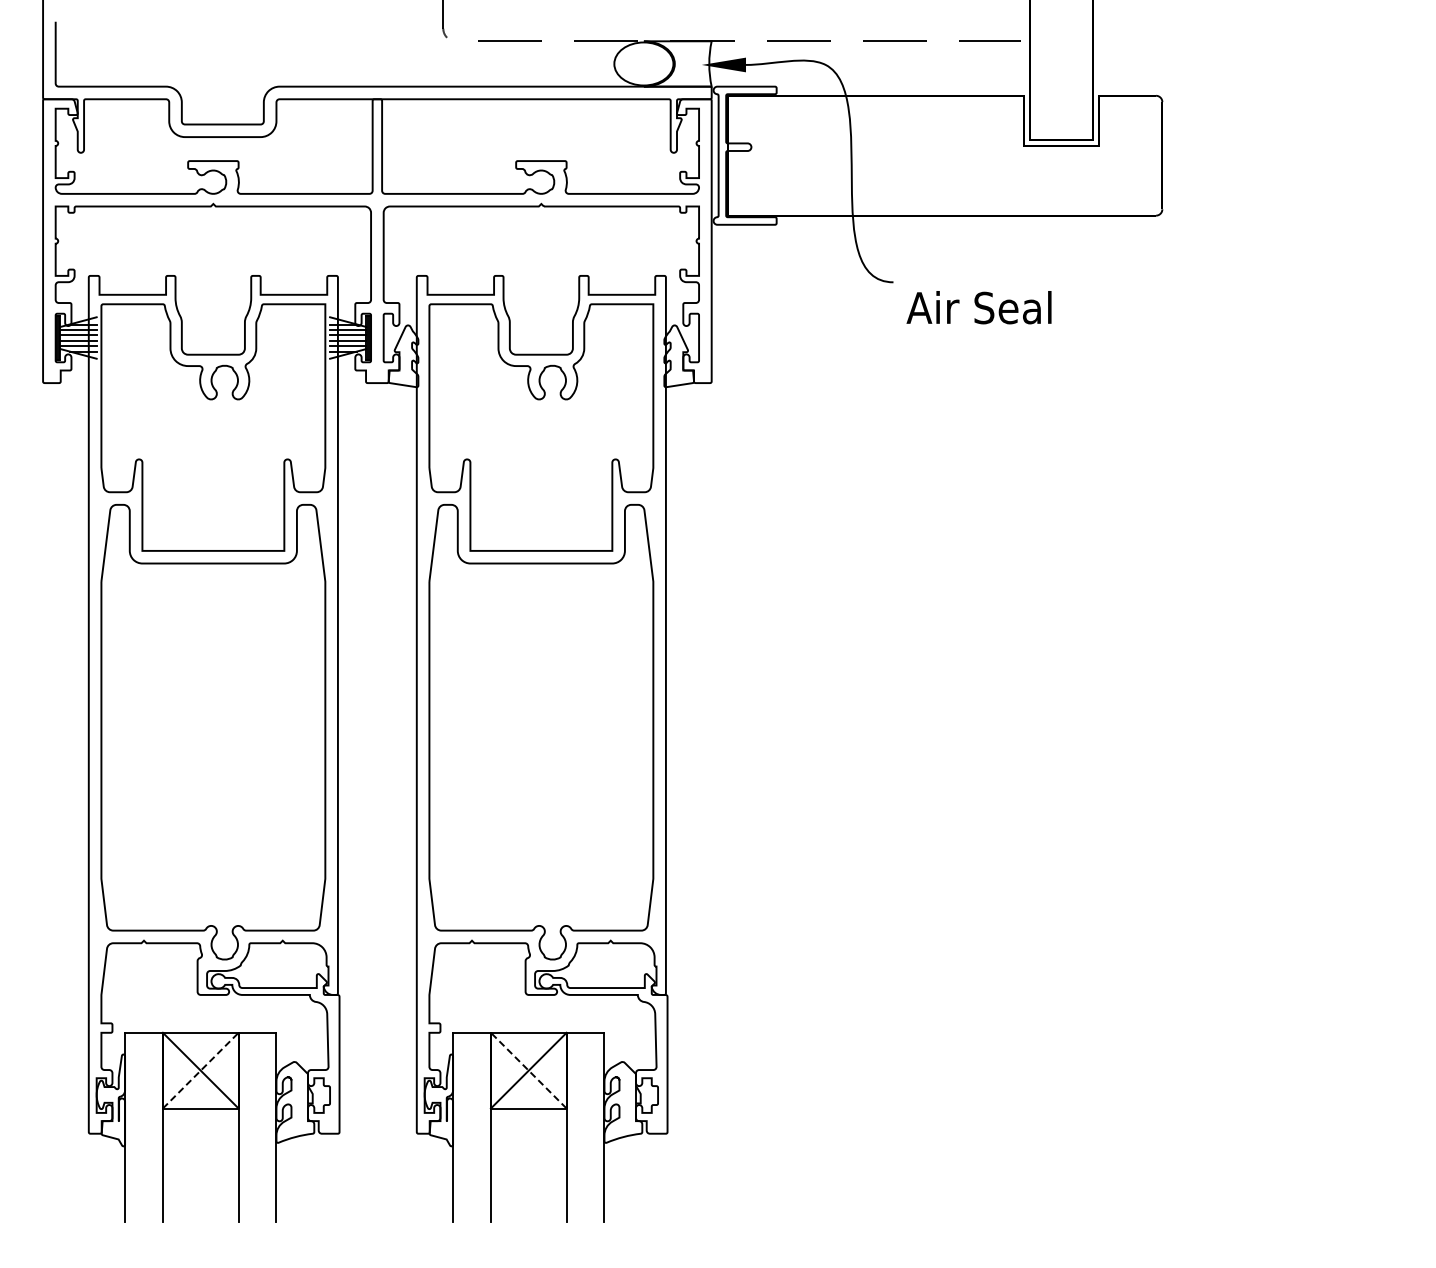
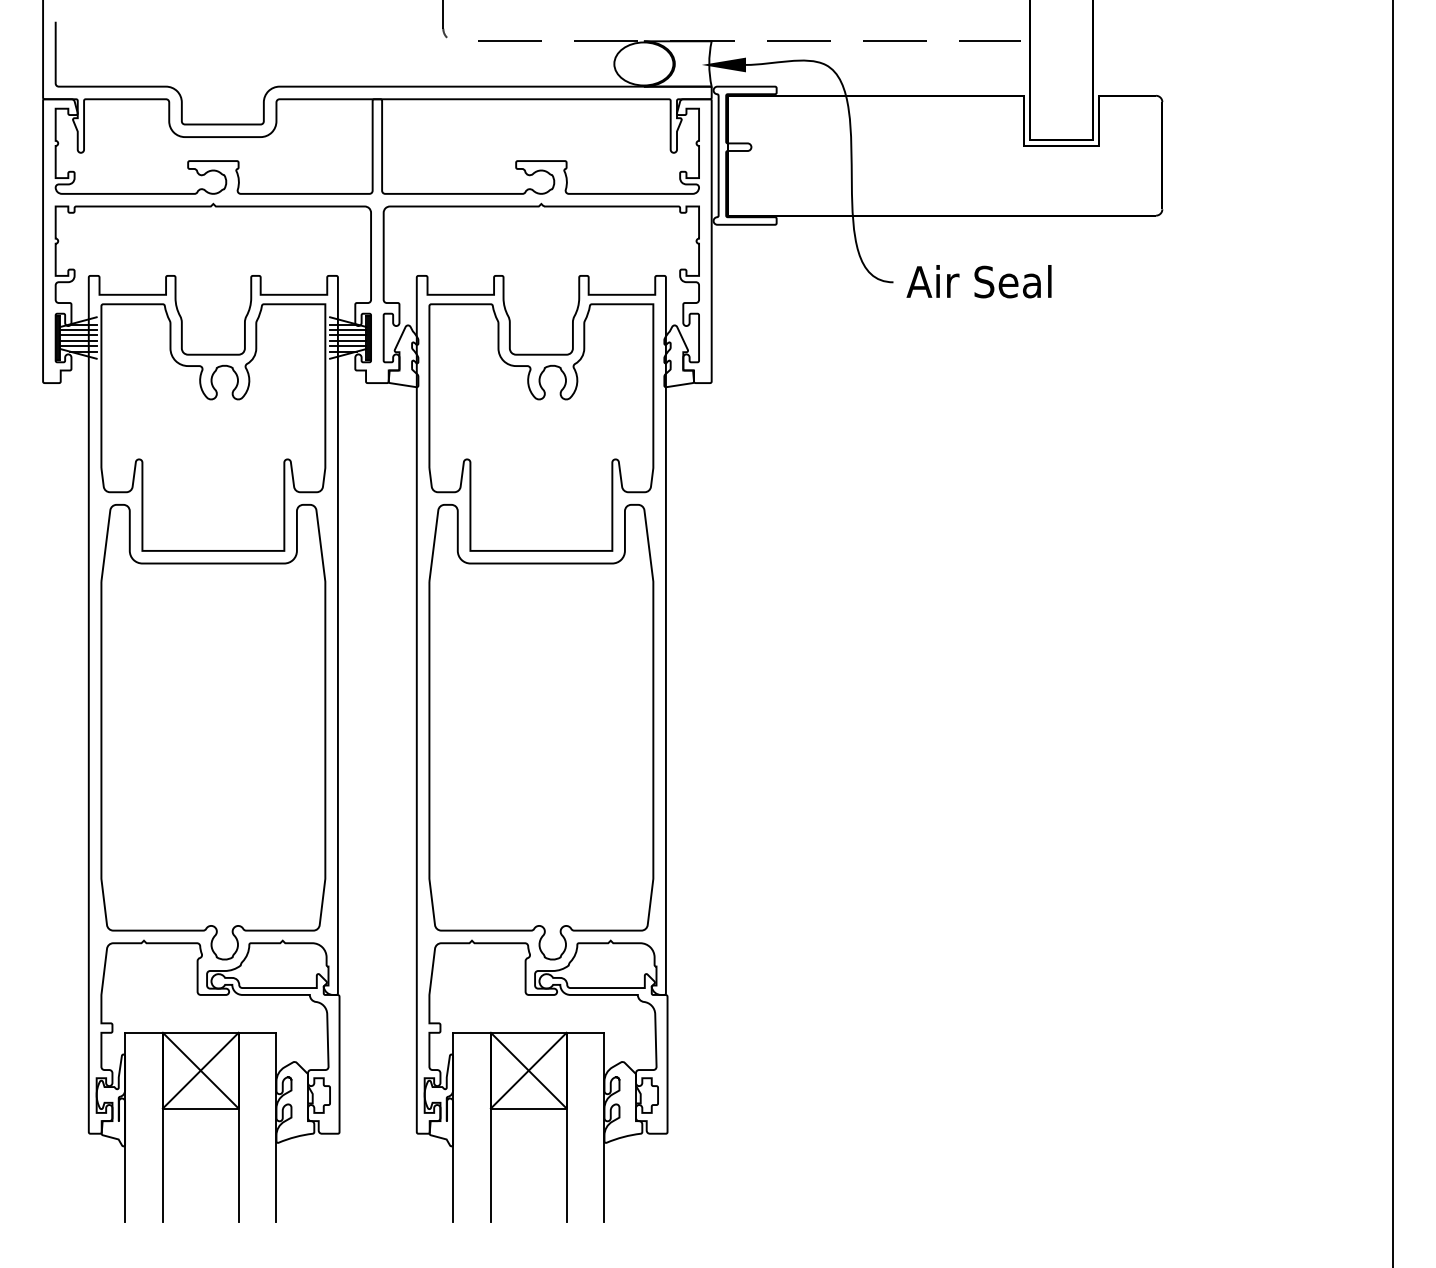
text at (978, 307) position: (978, 307) -> (978, 281)
line at (1392, 633): none -> present
line at (200, 1070): dashed -> solid
line at (528, 1070): dashed -> solid
